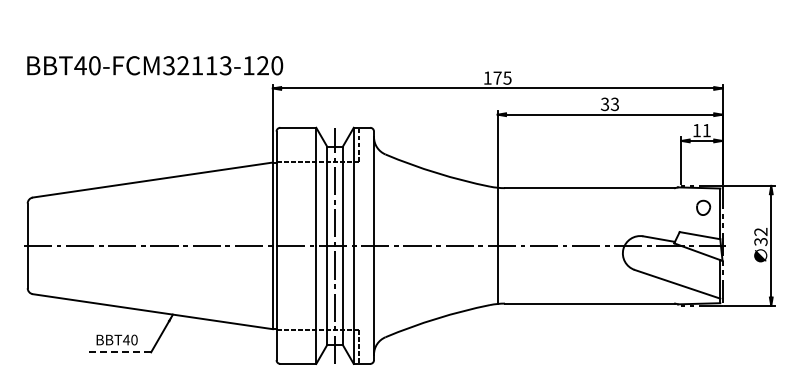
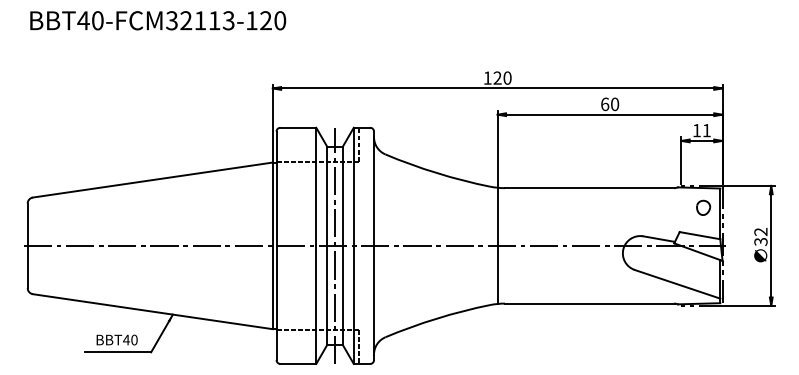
text at (155, 65) position: (155, 65) -> (158, 20)
text at (502, 77): 175 -> 120
text at (610, 103): 33 -> 60
line at (117, 352): dashed -> solid
